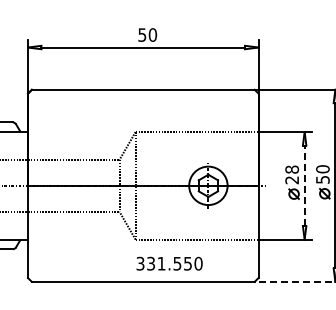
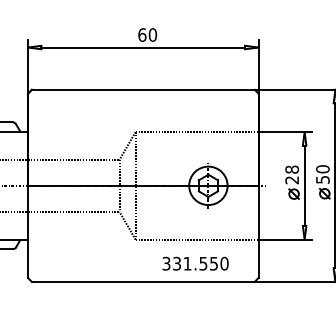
text at (142, 34): 50 -> 60
line at (304, 185): dashed -> solid
text at (169, 263) position: (169, 263) -> (195, 263)
line at (294, 281): dashed -> solid
